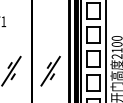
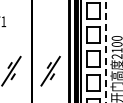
line at (106, 51): solid -> dashed
